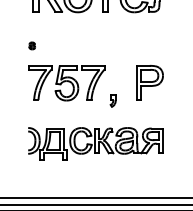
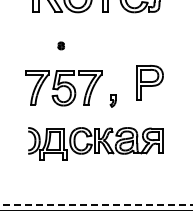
part at (31, 45) position: (31, 45) -> (60, 45)
part at (66, 83) position: (66, 83) -> (63, 88)
line at (95, 197): present -> none
line at (96, 204): solid -> dashed
